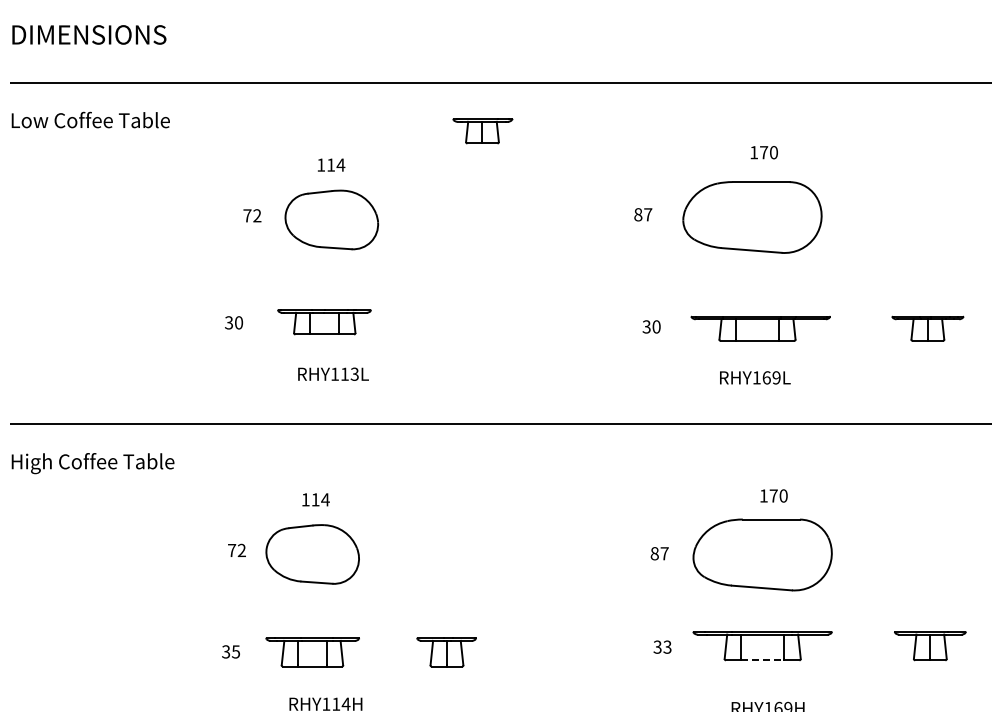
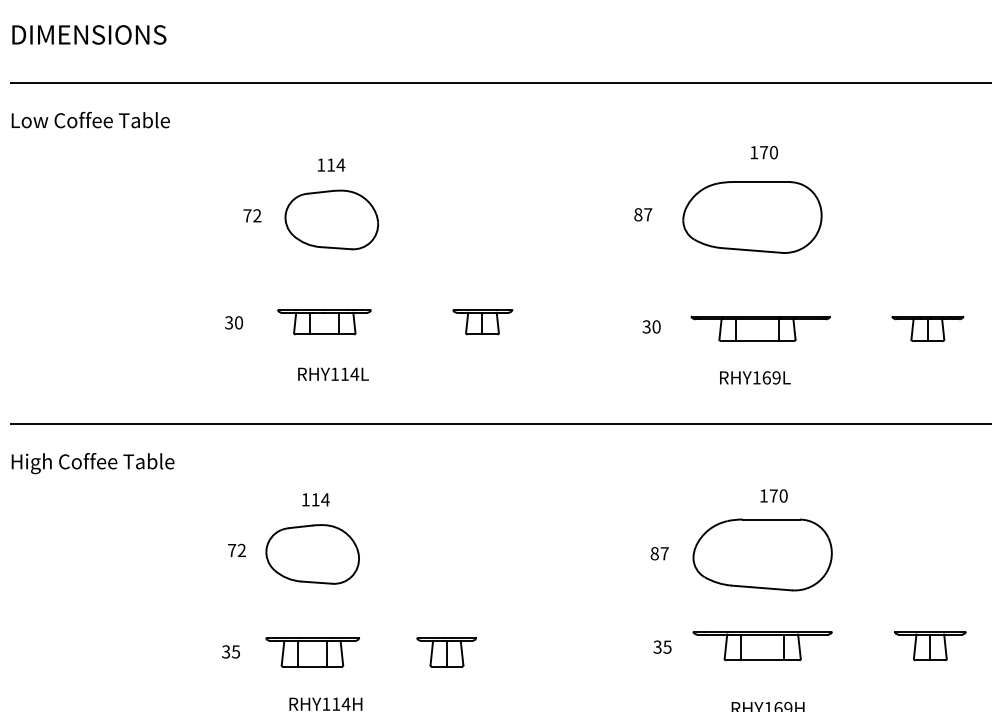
part at (482, 131) position: (482, 131) -> (482, 322)
text at (354, 373): RHY113L -> RHY114L
text at (667, 646): 33 -> 35
line at (762, 660): dashed -> solid
